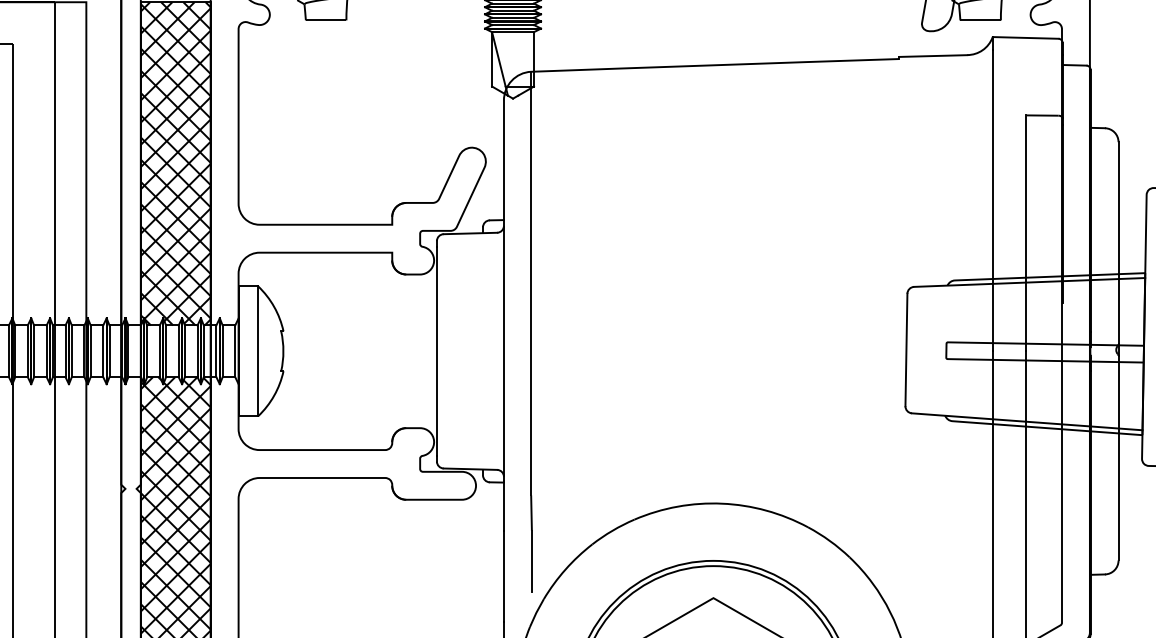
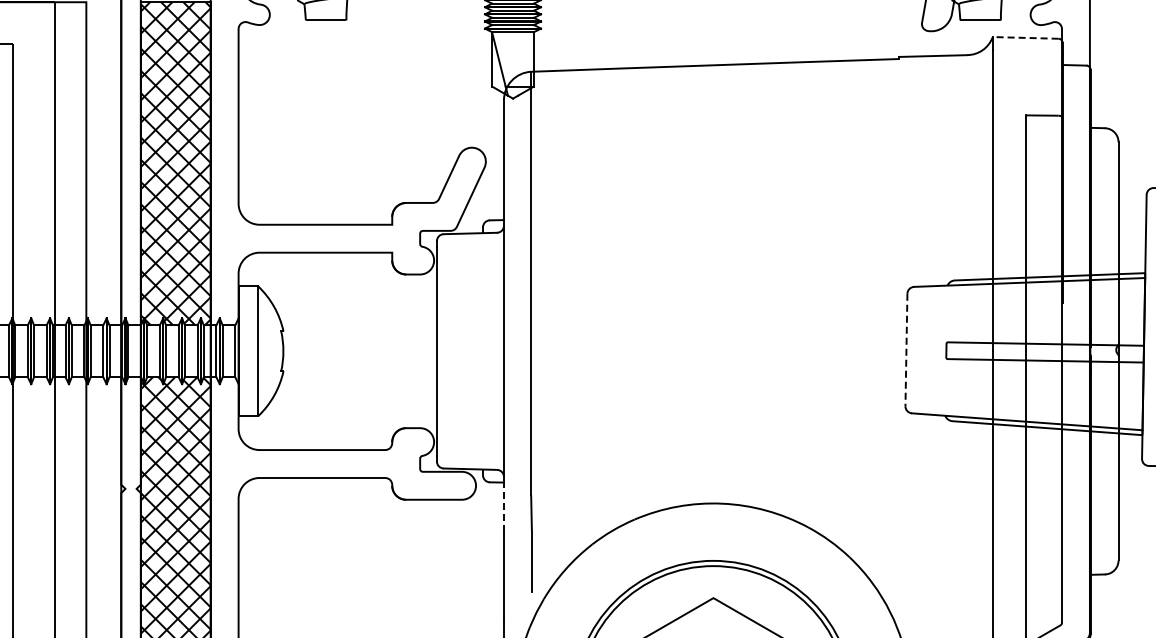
line at (1025, 37): solid -> dashed
line at (906, 350): solid -> dashed
line at (503, 505): solid -> dashed
